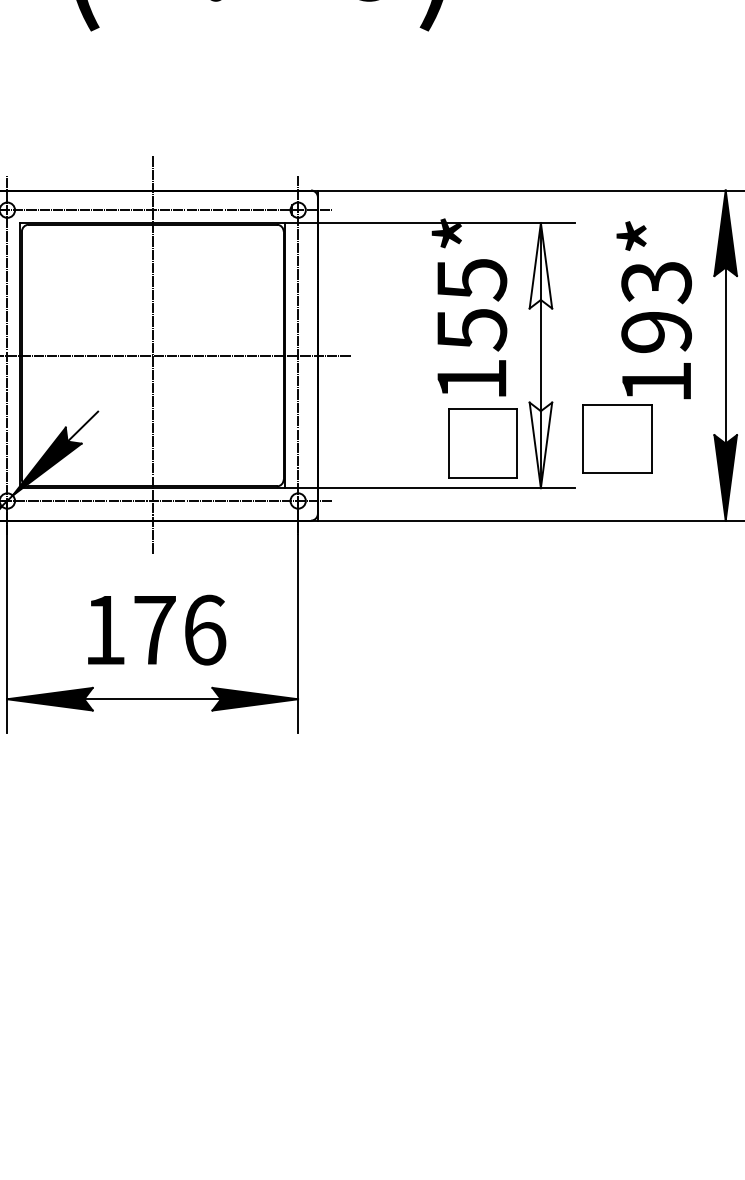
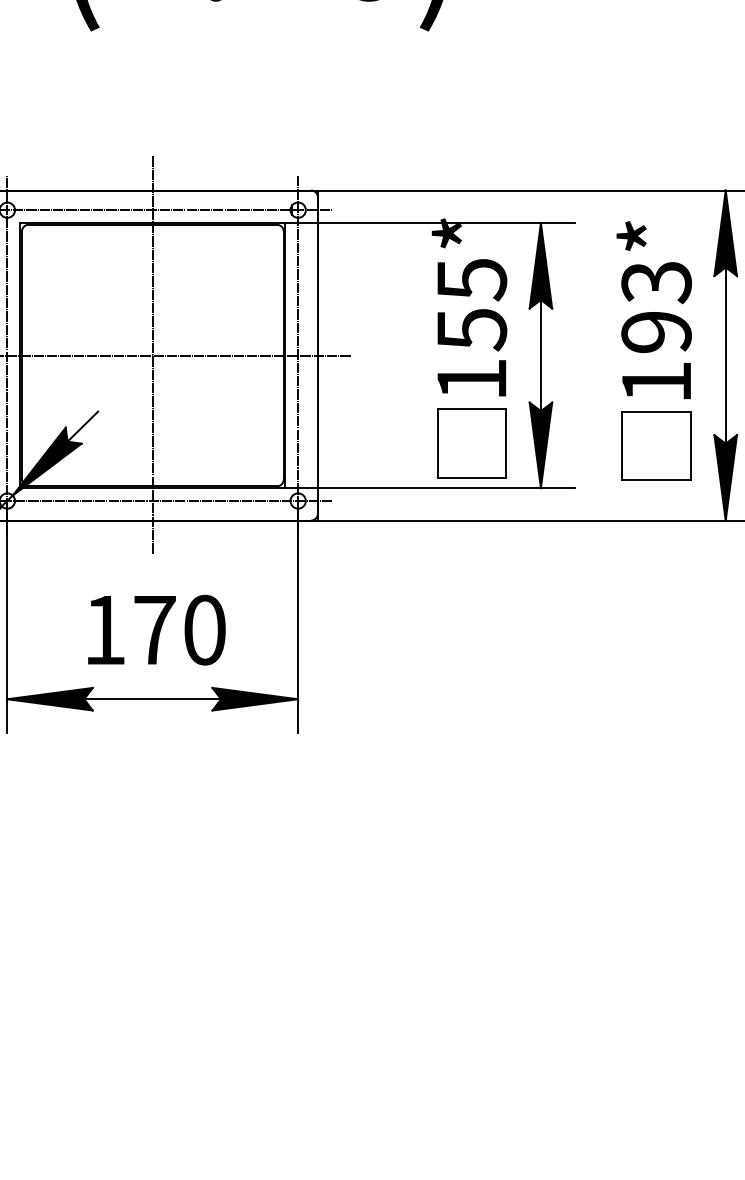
fill at (540, 265): none -> present
part at (617, 438) position: (617, 438) -> (656, 445)
part at (482, 443) position: (482, 443) -> (471, 443)
fill at (540, 445): none -> present
text at (205, 629): 176 -> 170
